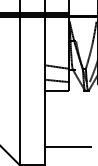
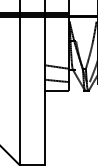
line at (67, 147): present -> none
